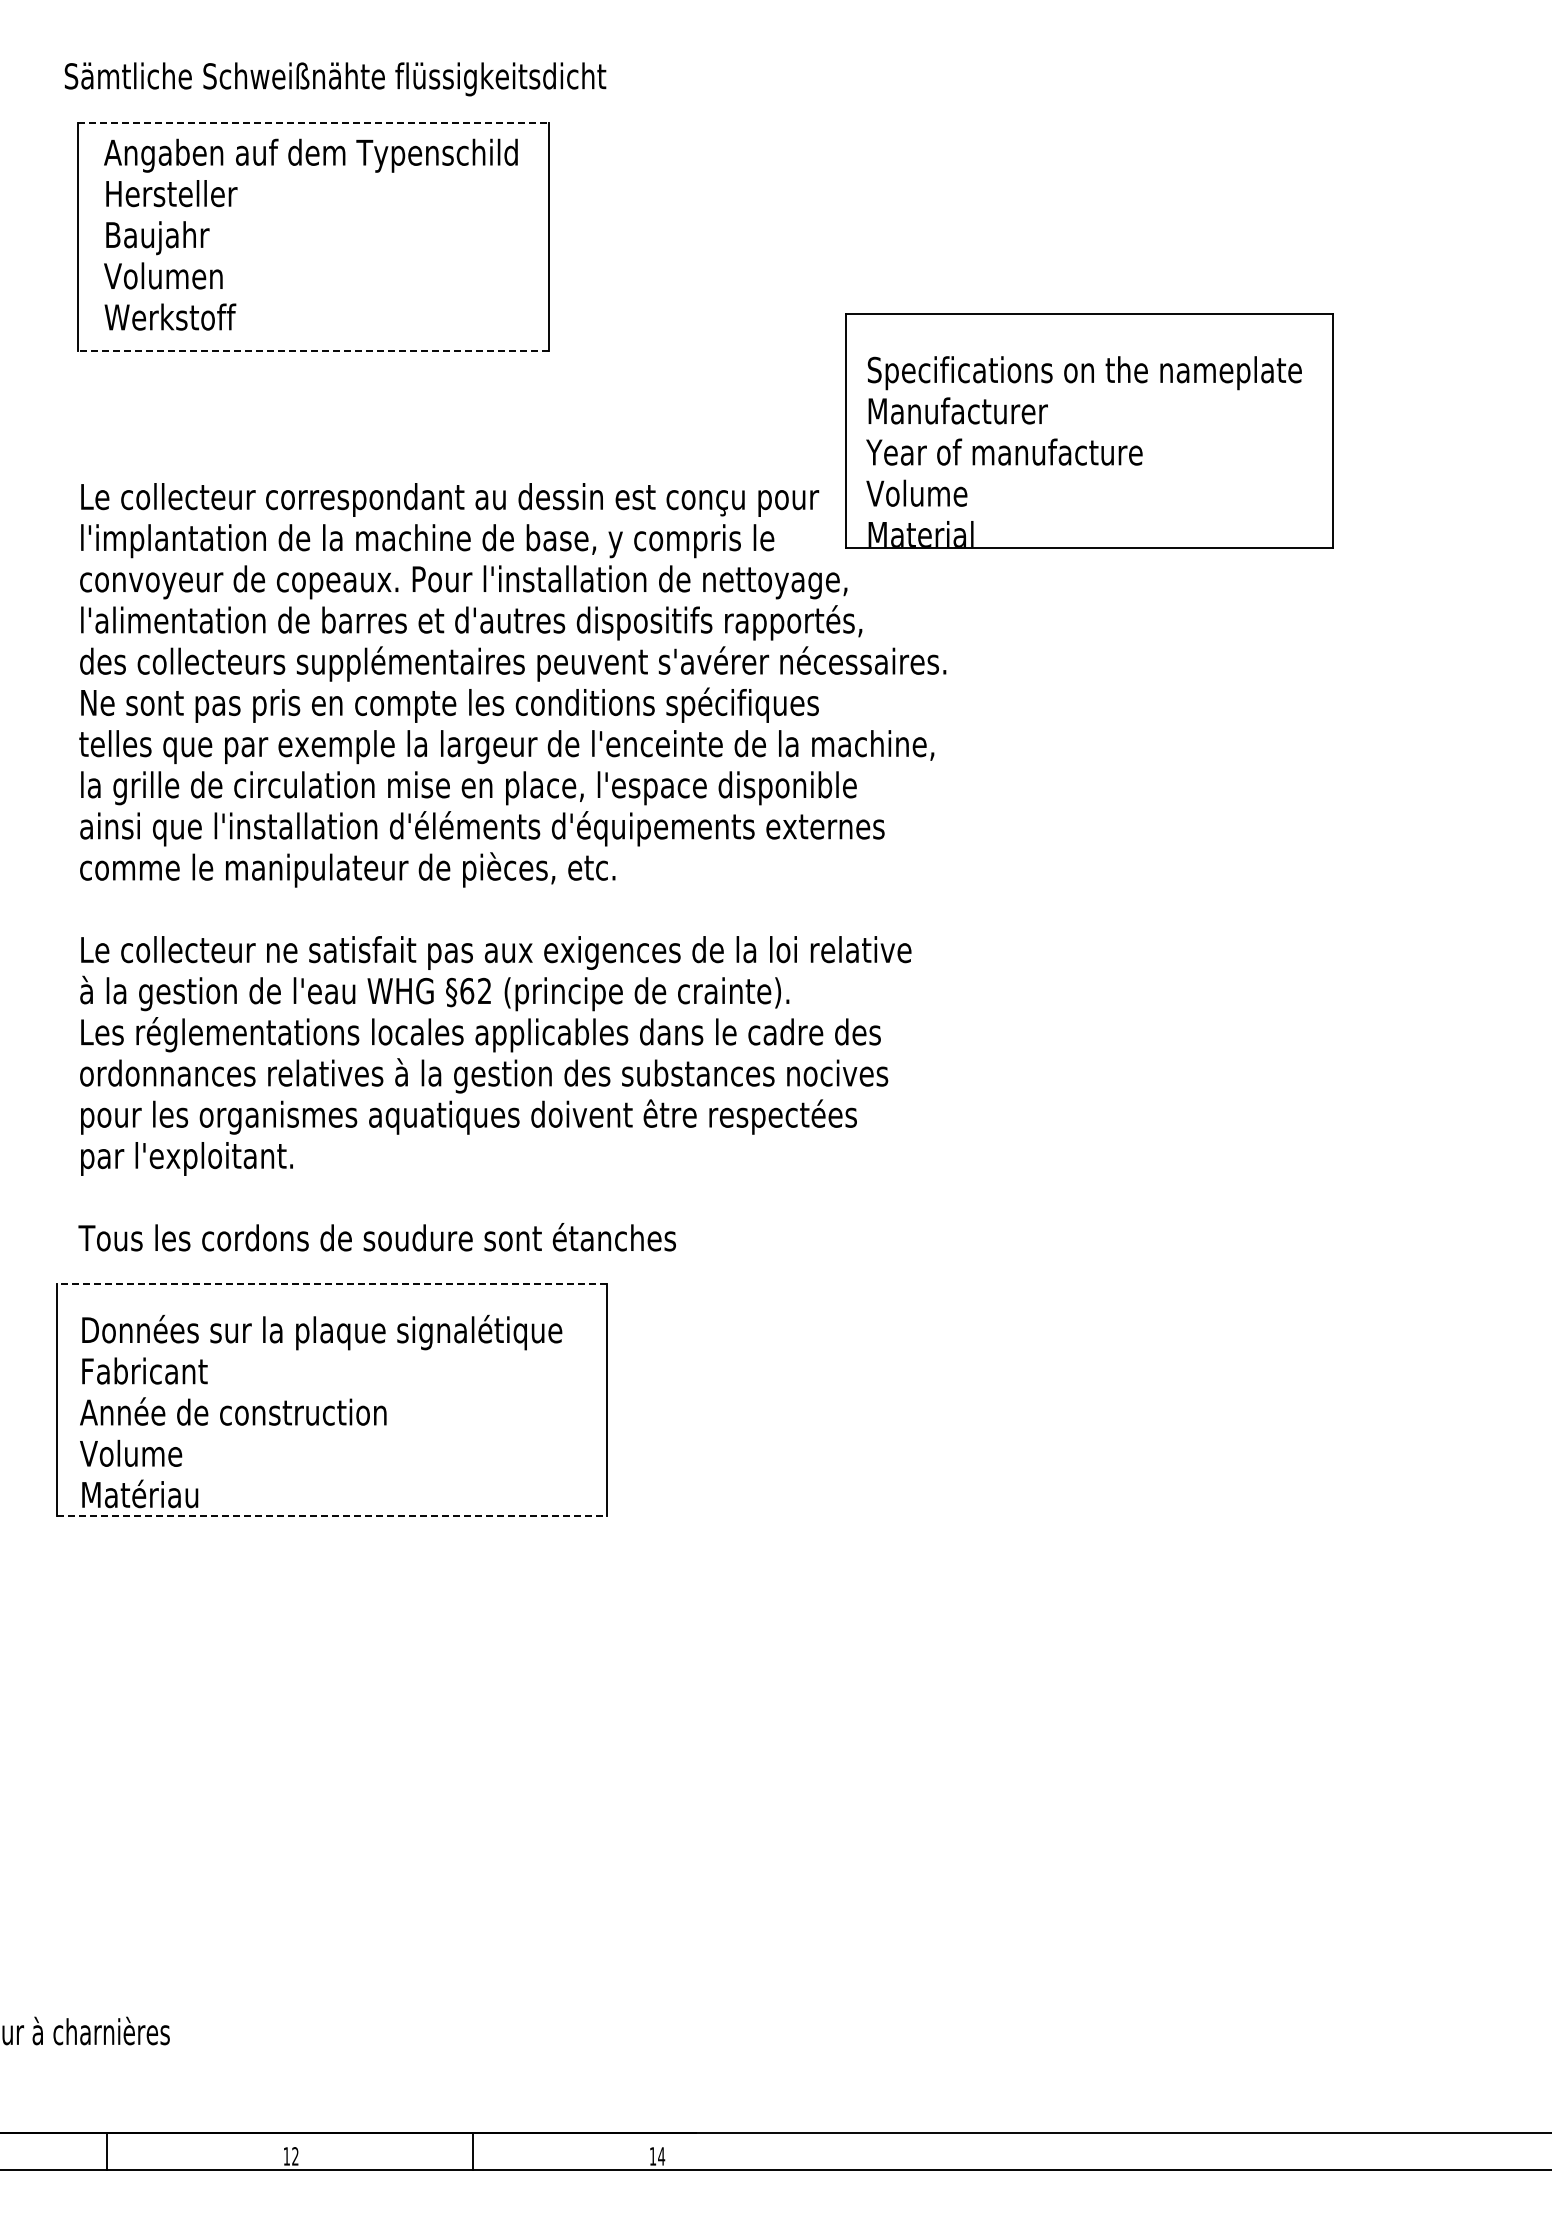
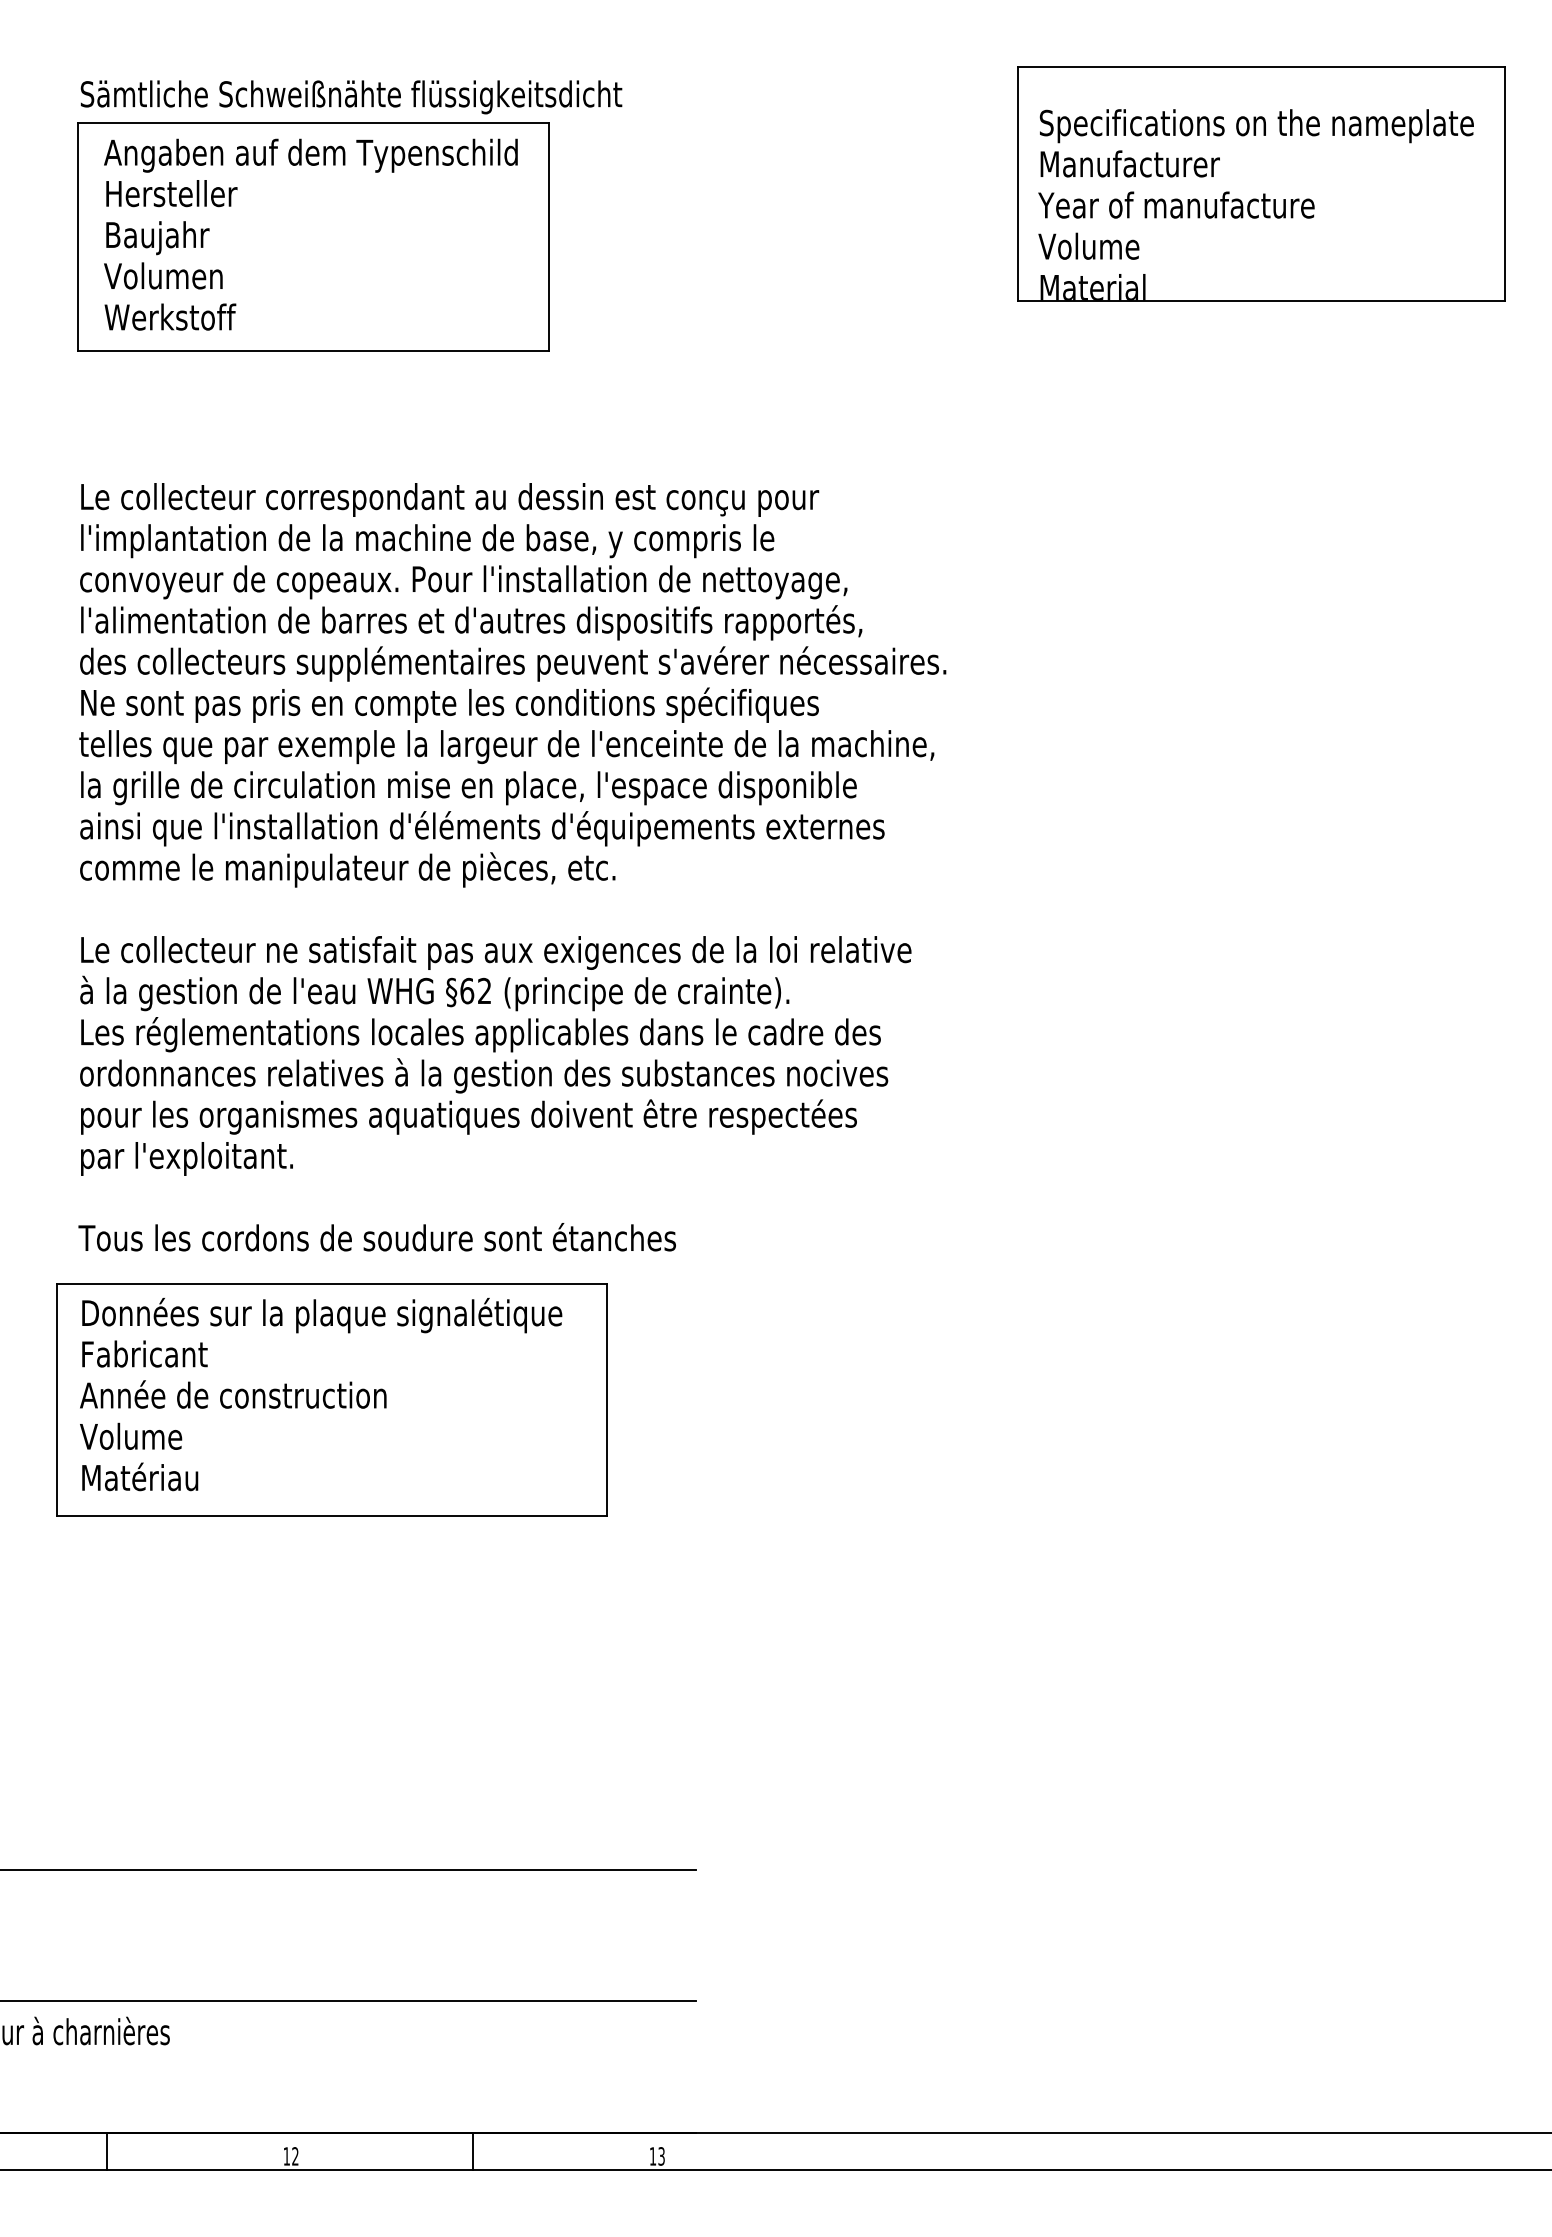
text at (335, 79) position: (335, 79) -> (351, 97)
line at (313, 122): dashed -> solid
line at (312, 351): dashed -> solid
part at (1089, 430) position: (1089, 430) -> (1261, 183)
line at (332, 1283): dashed -> solid
text at (321, 1411) position: (321, 1411) -> (321, 1394)
line at (332, 1516): dashed -> solid
line at (349, 1869): none -> present
line at (349, 2001): none -> present
text at (661, 2156): 14 -> 13
